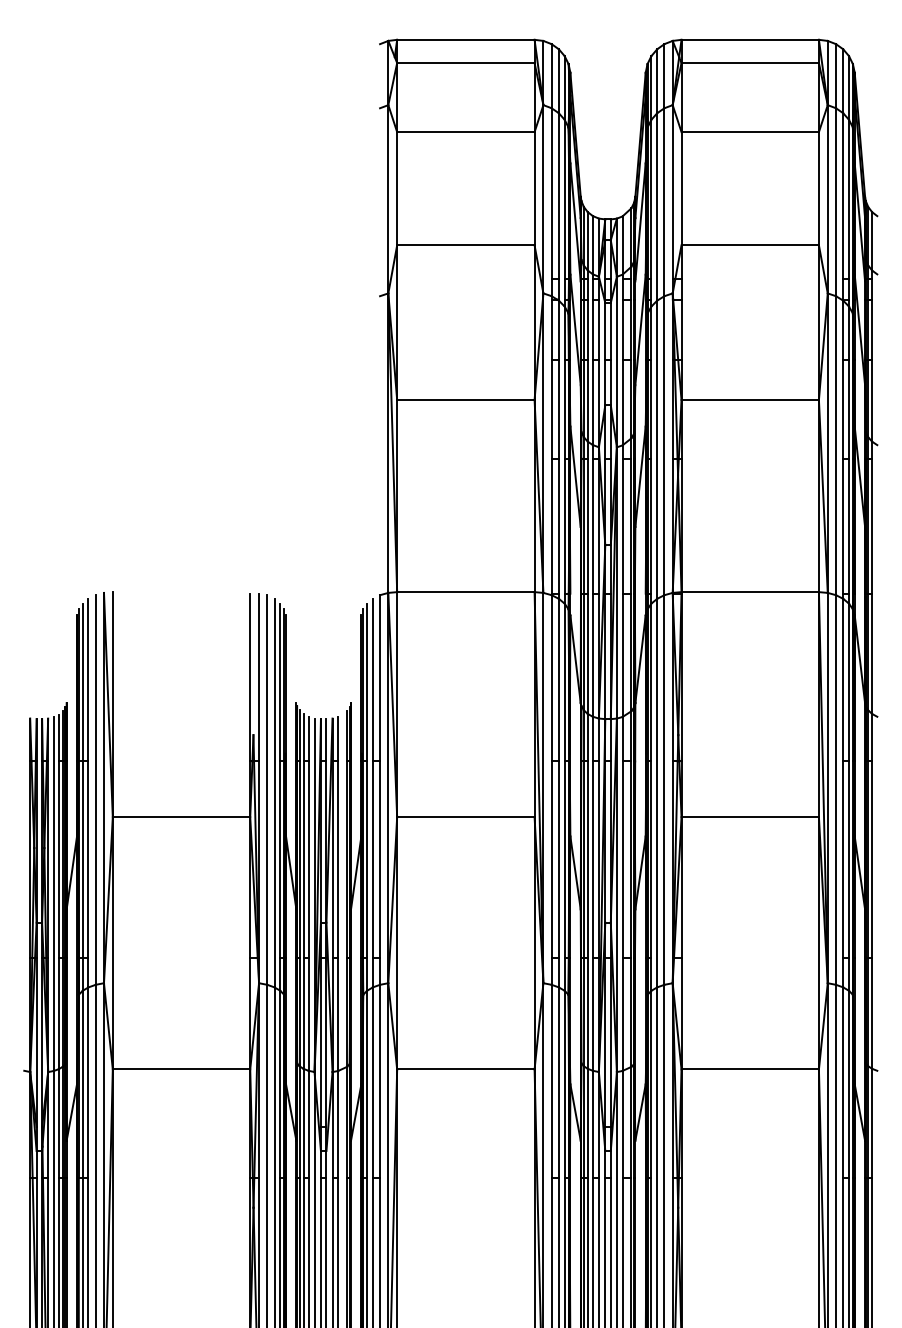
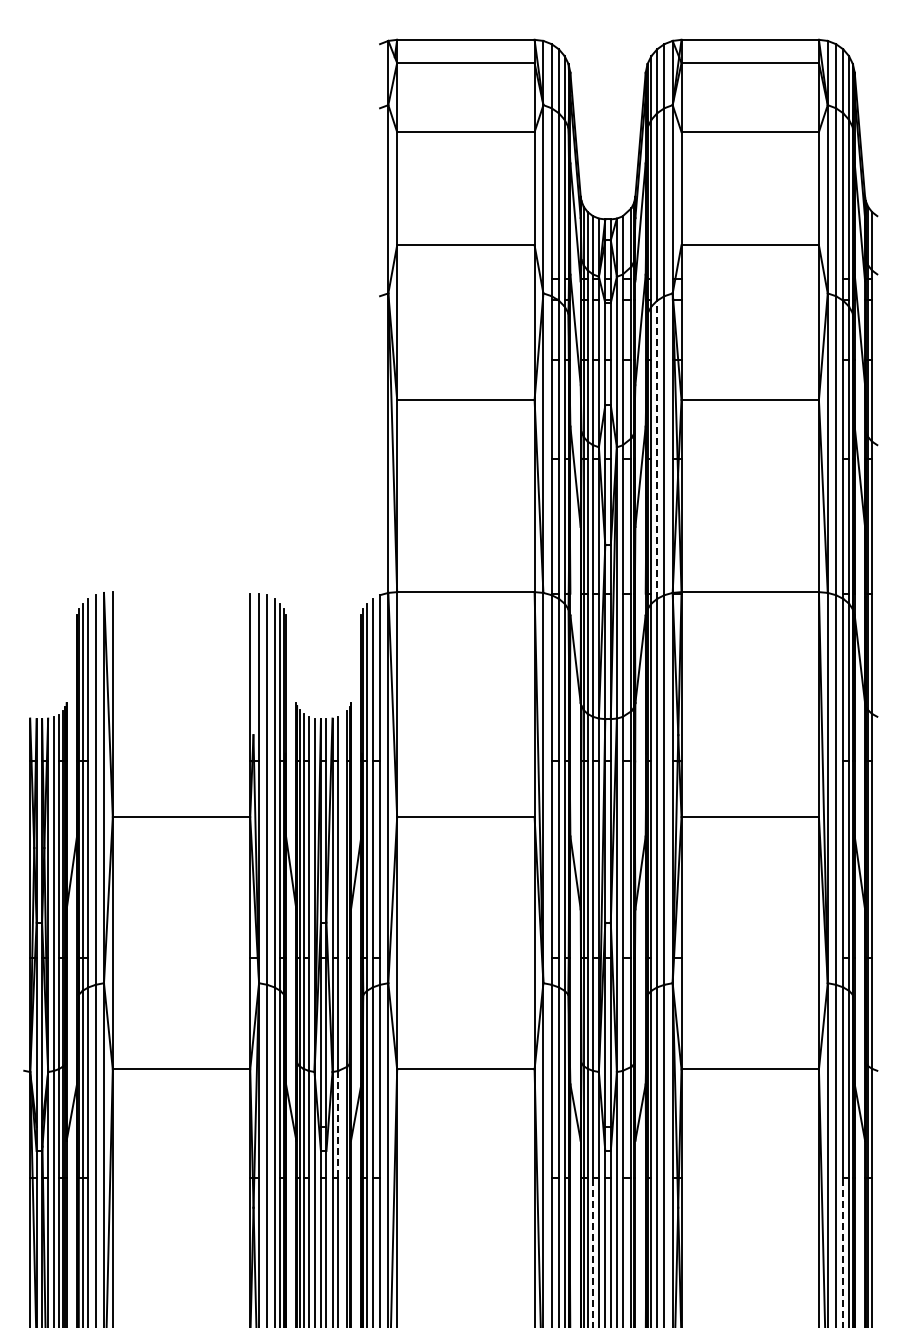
line at (657, 449): solid -> dashed
line at (338, 1124): solid -> dashed
line at (592, 1253): solid -> dashed
line at (843, 1253): solid -> dashed
